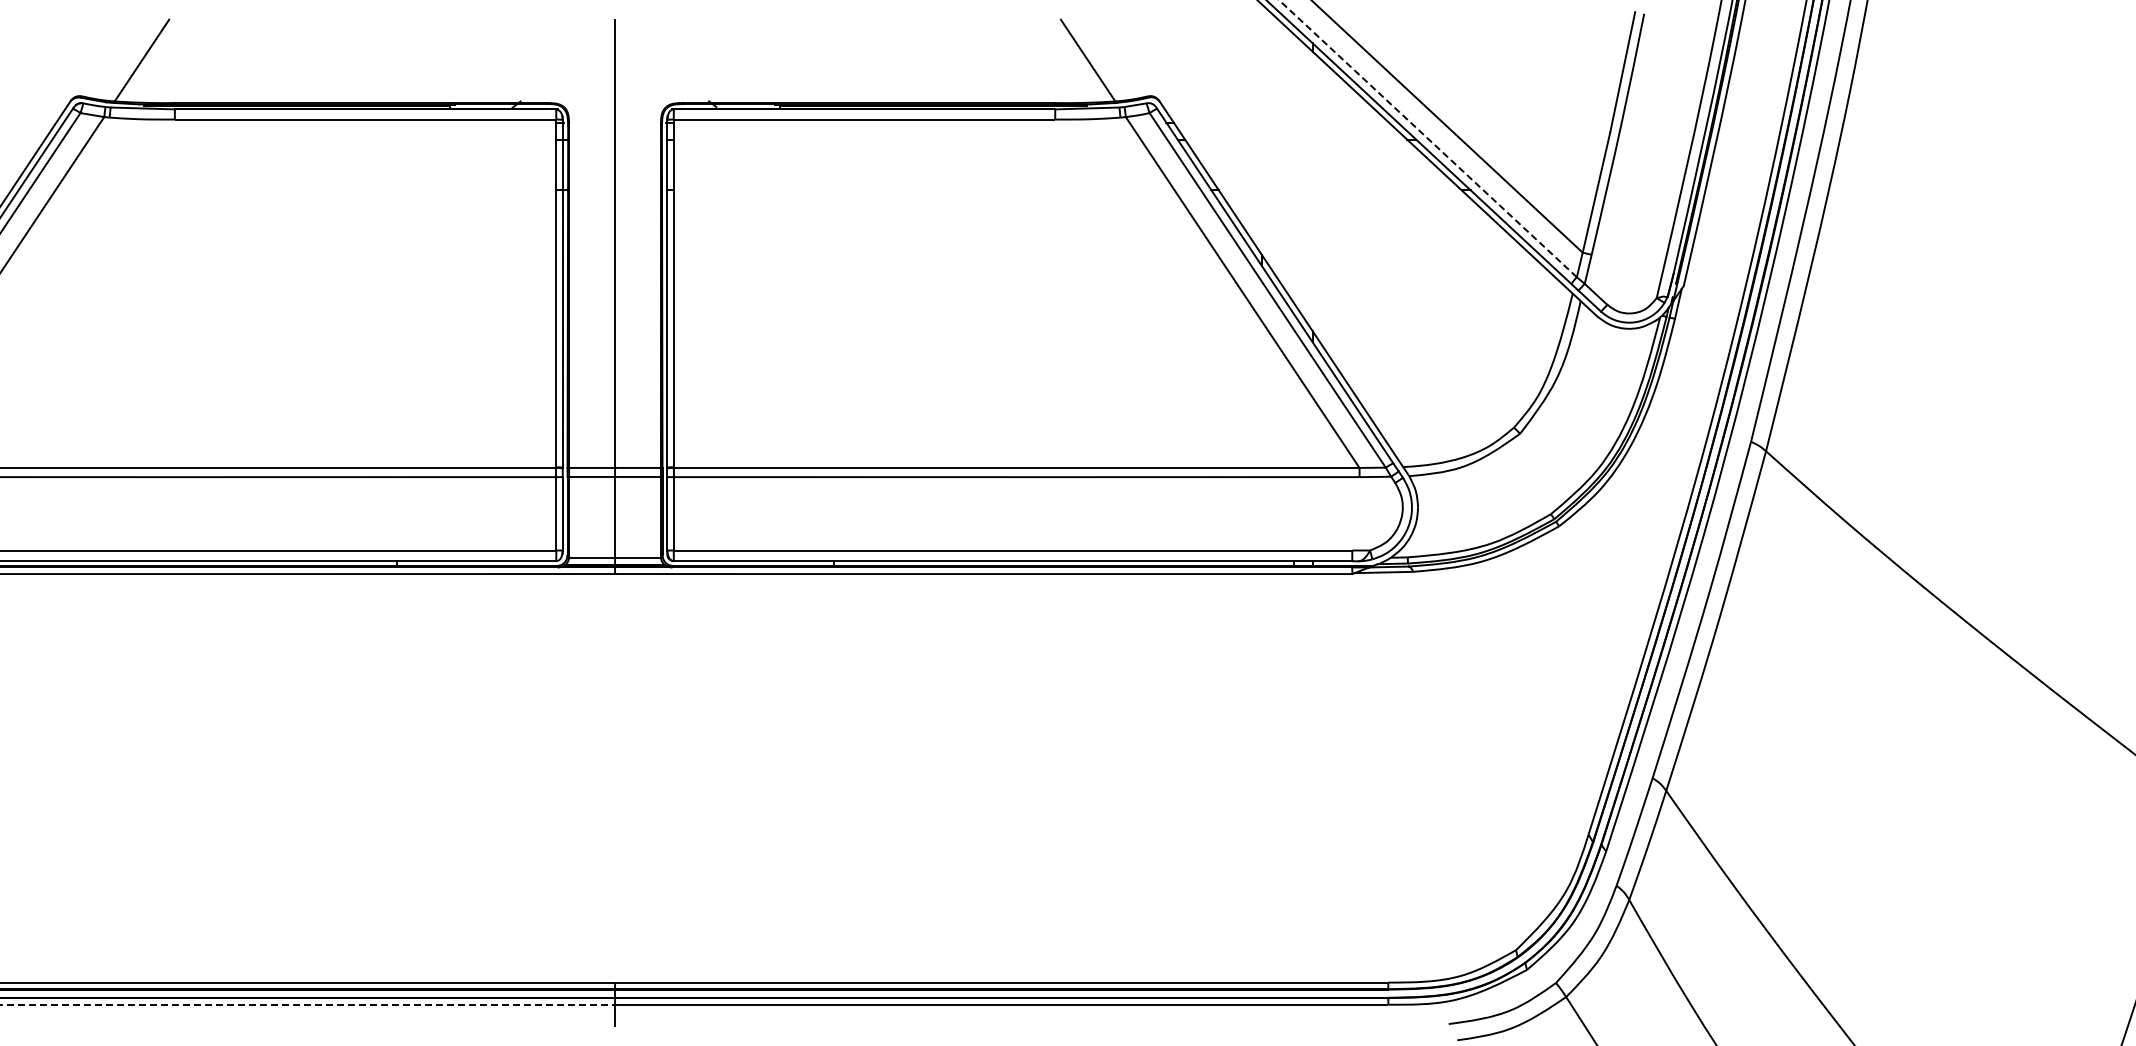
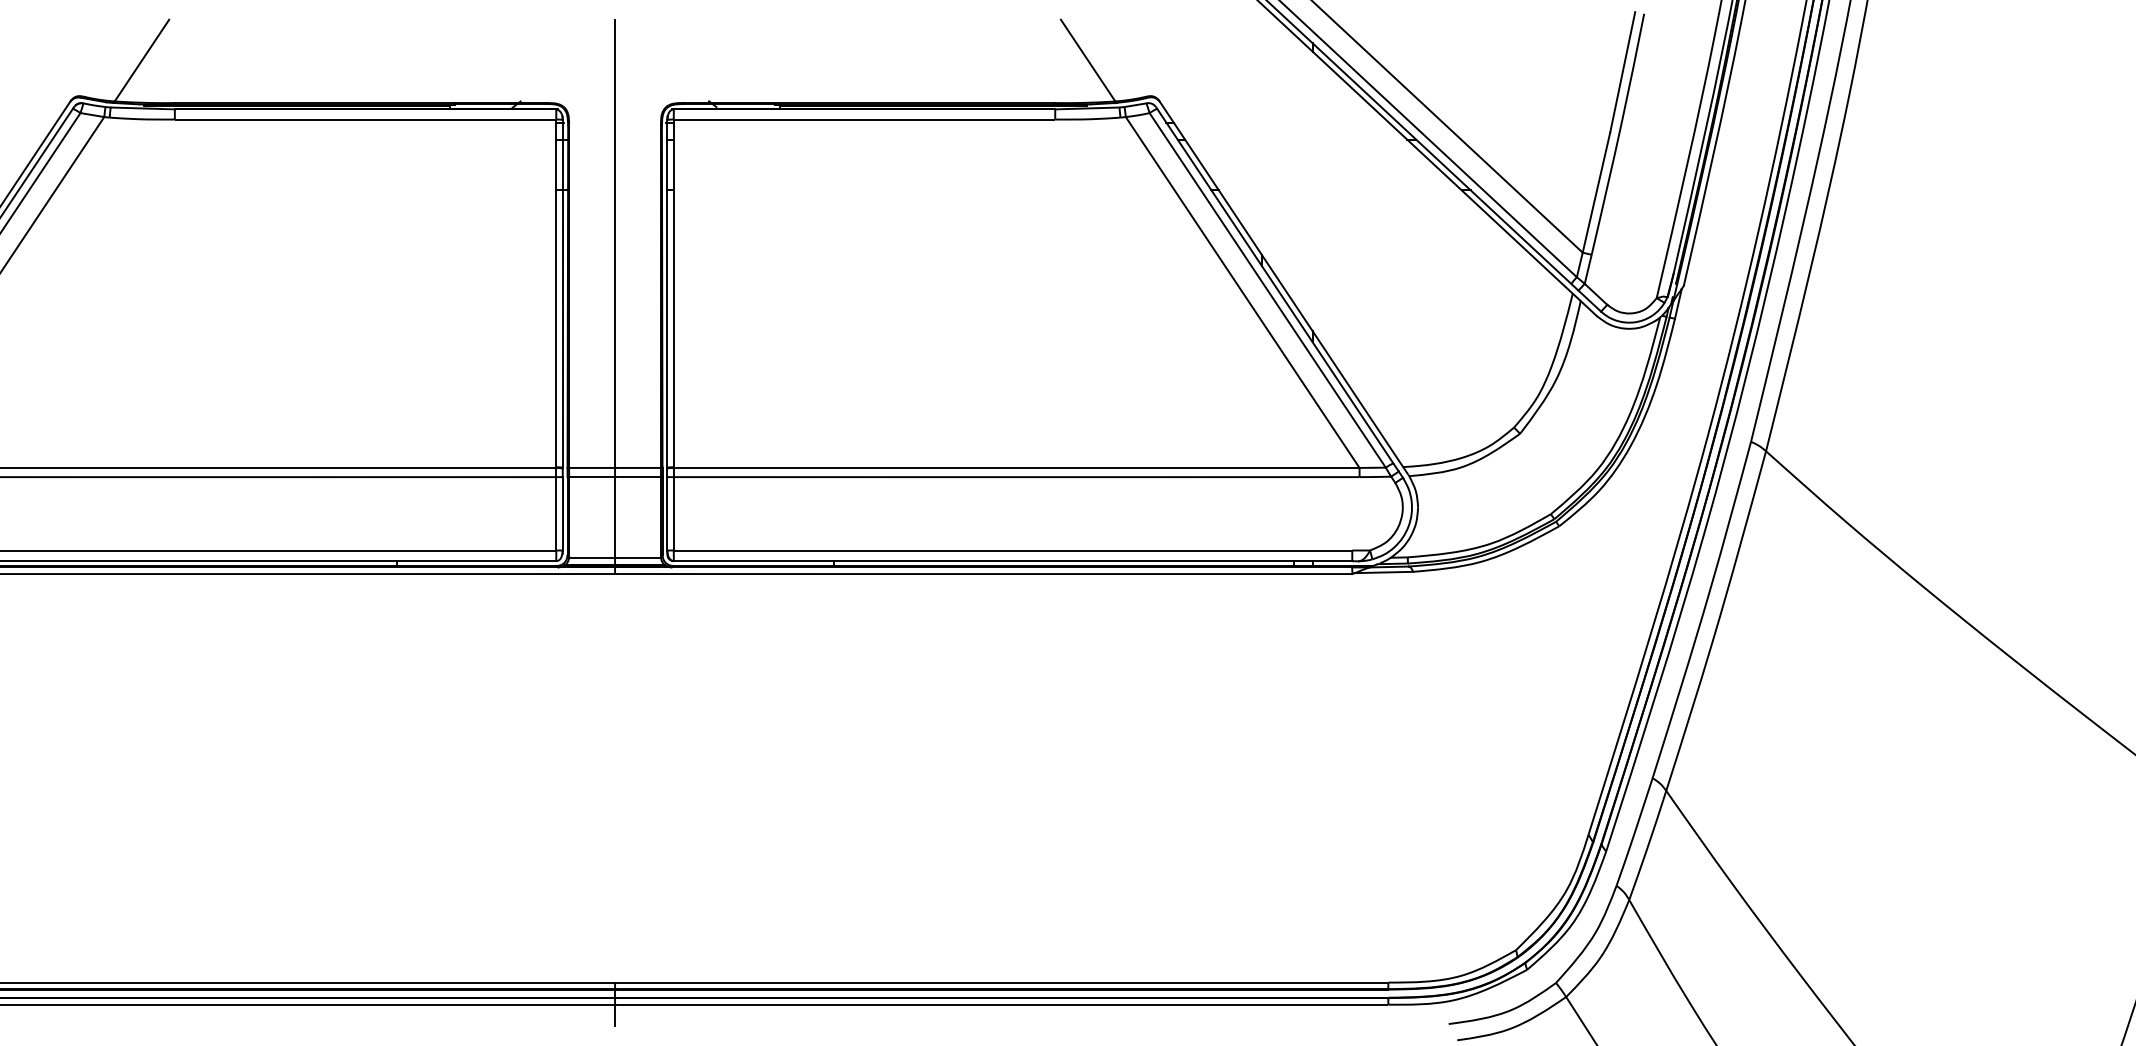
line at (1427, 138): dashed -> solid
line at (307, 1004): dashed -> solid
